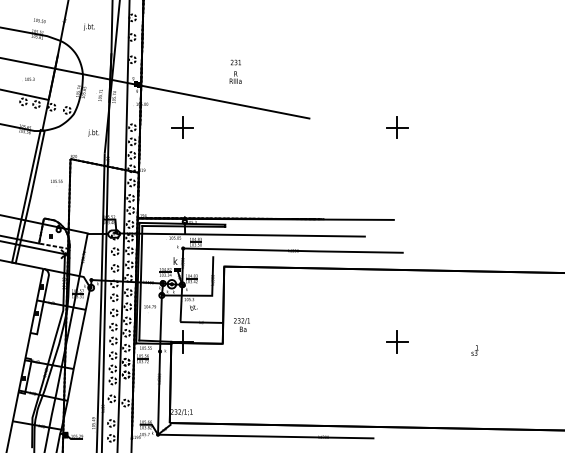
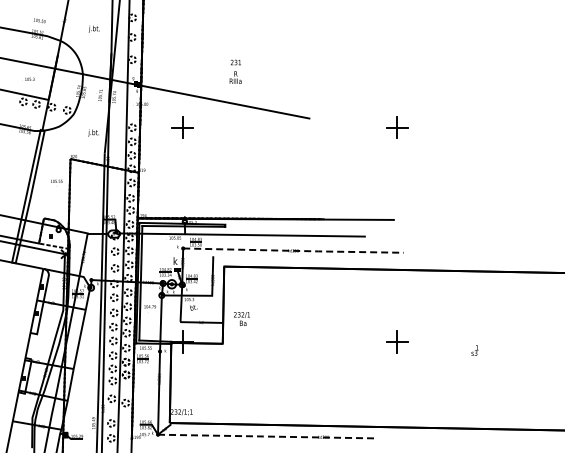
text at (88, 26) position: (88, 26) -> (93, 28)
line at (294, 250): solid -> dashed
text at (241, 324) position: (241, 324) -> (241, 318)
line at (265, 436): solid -> dashed
